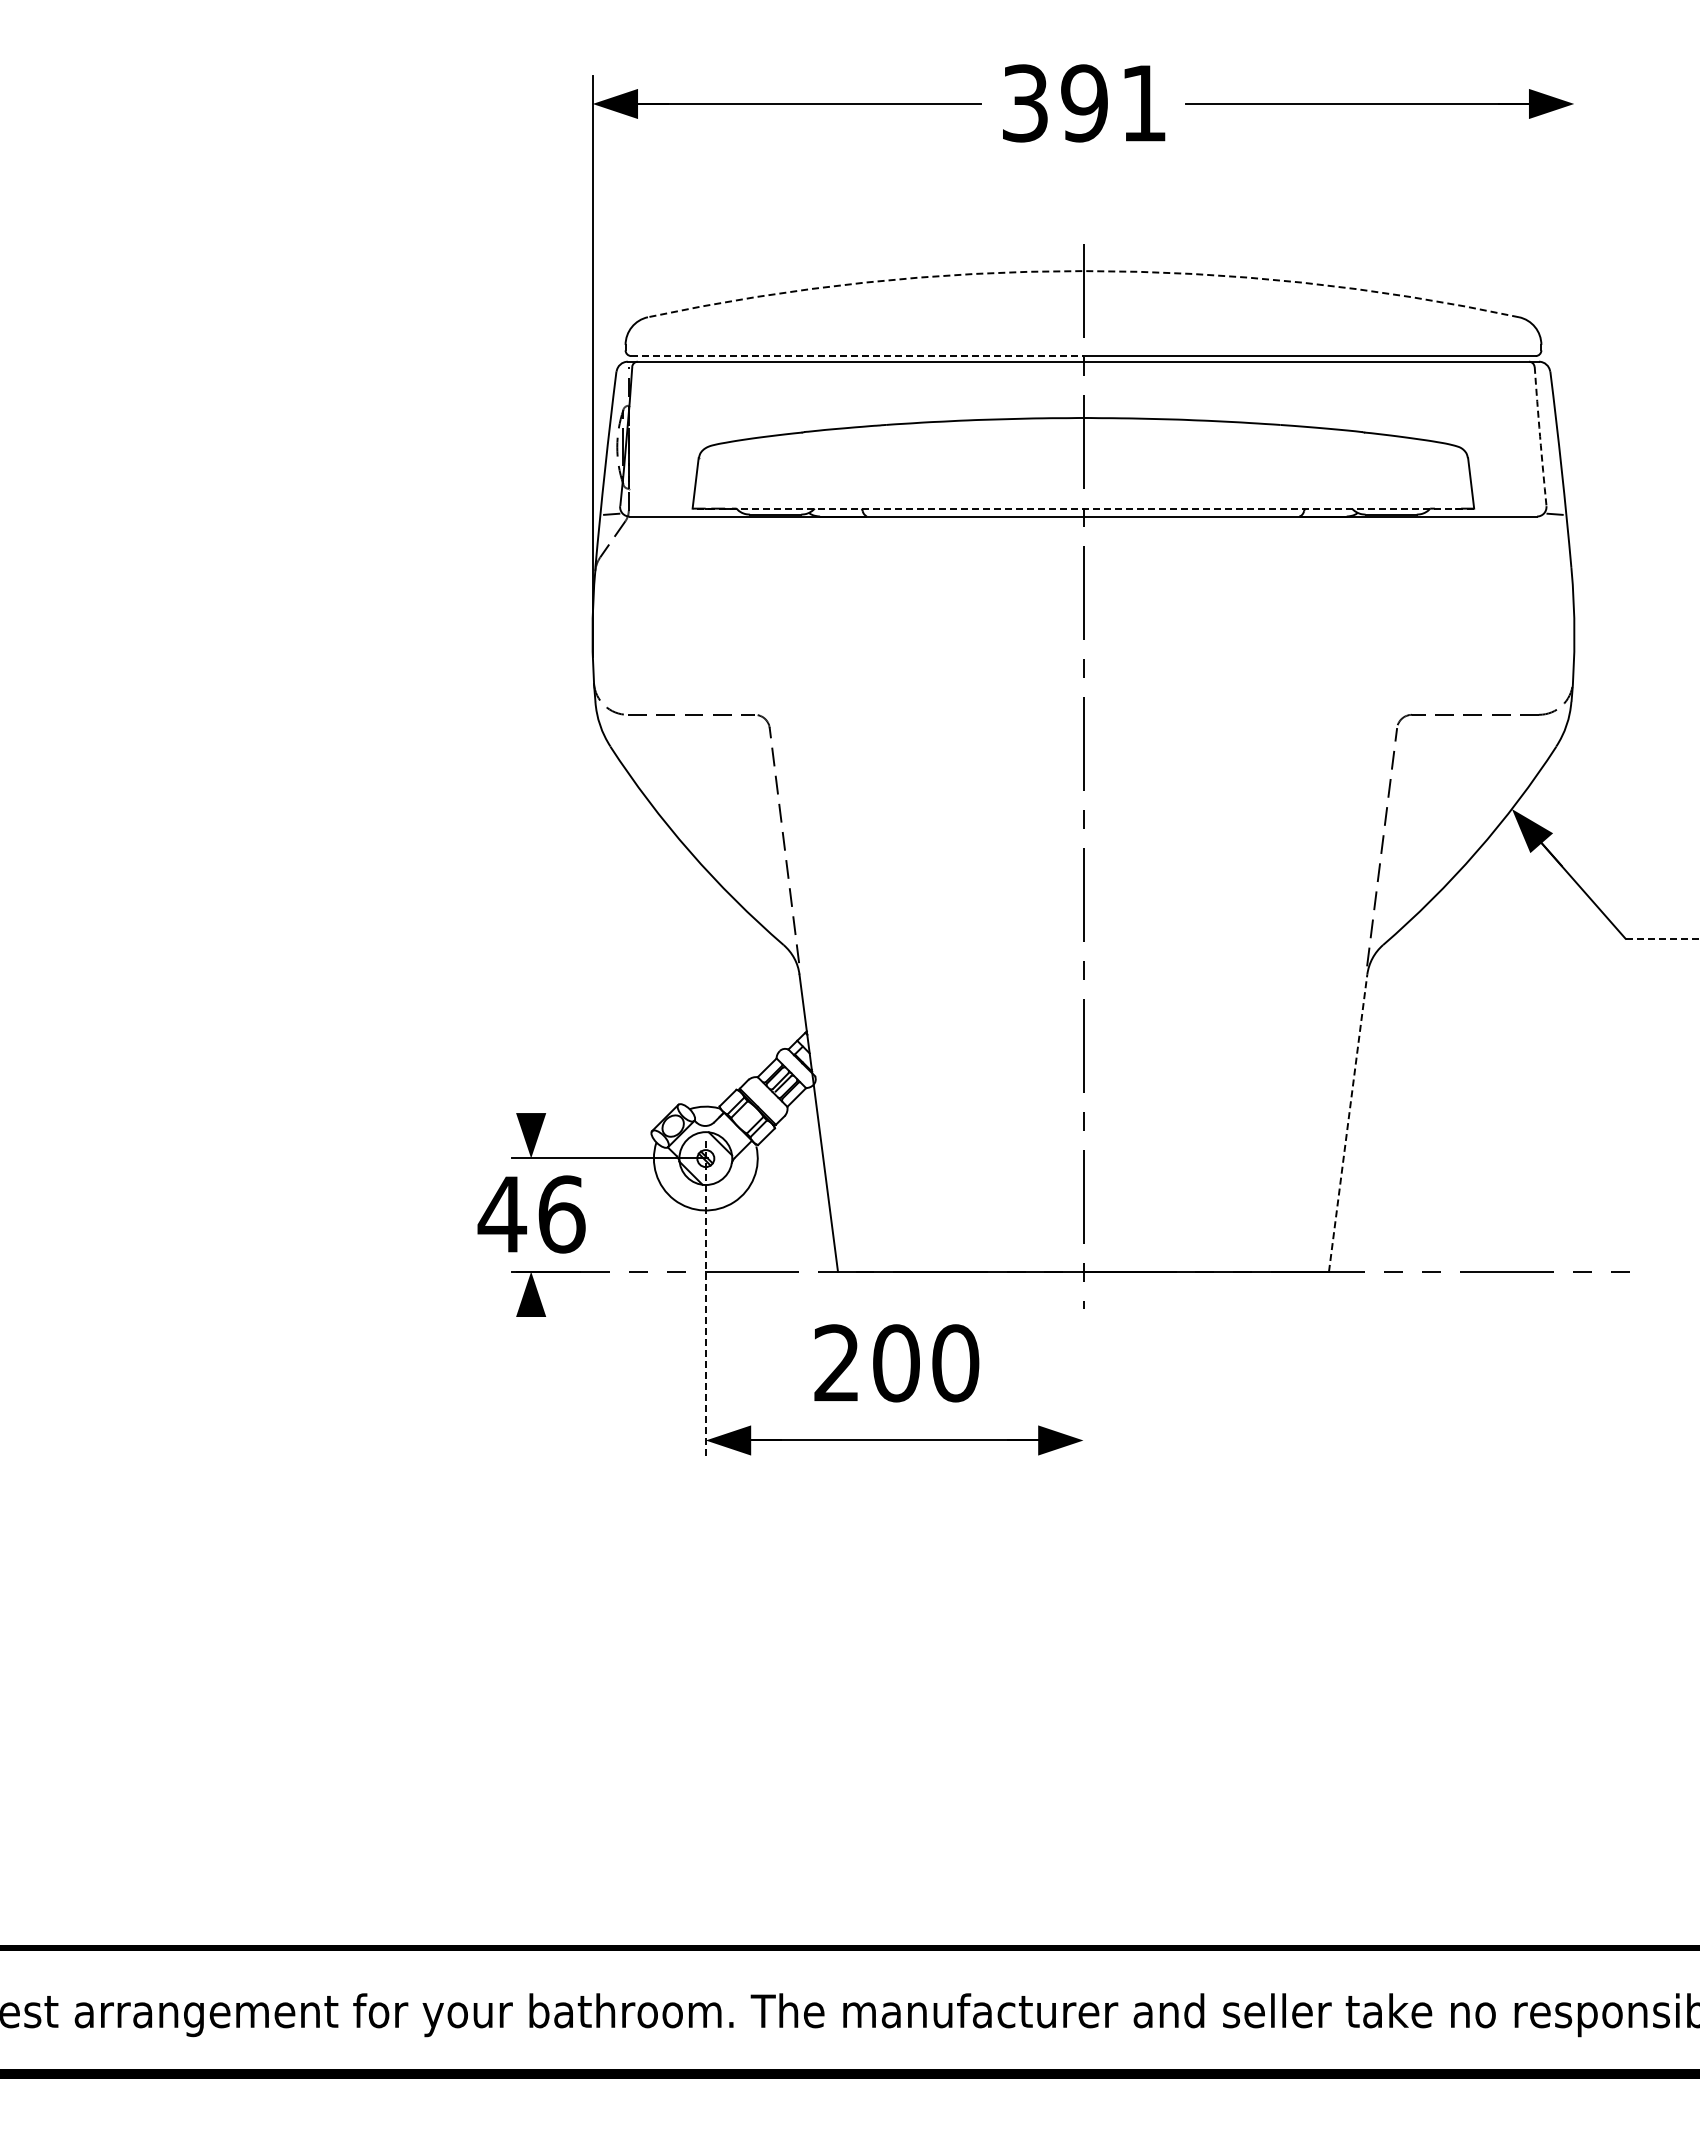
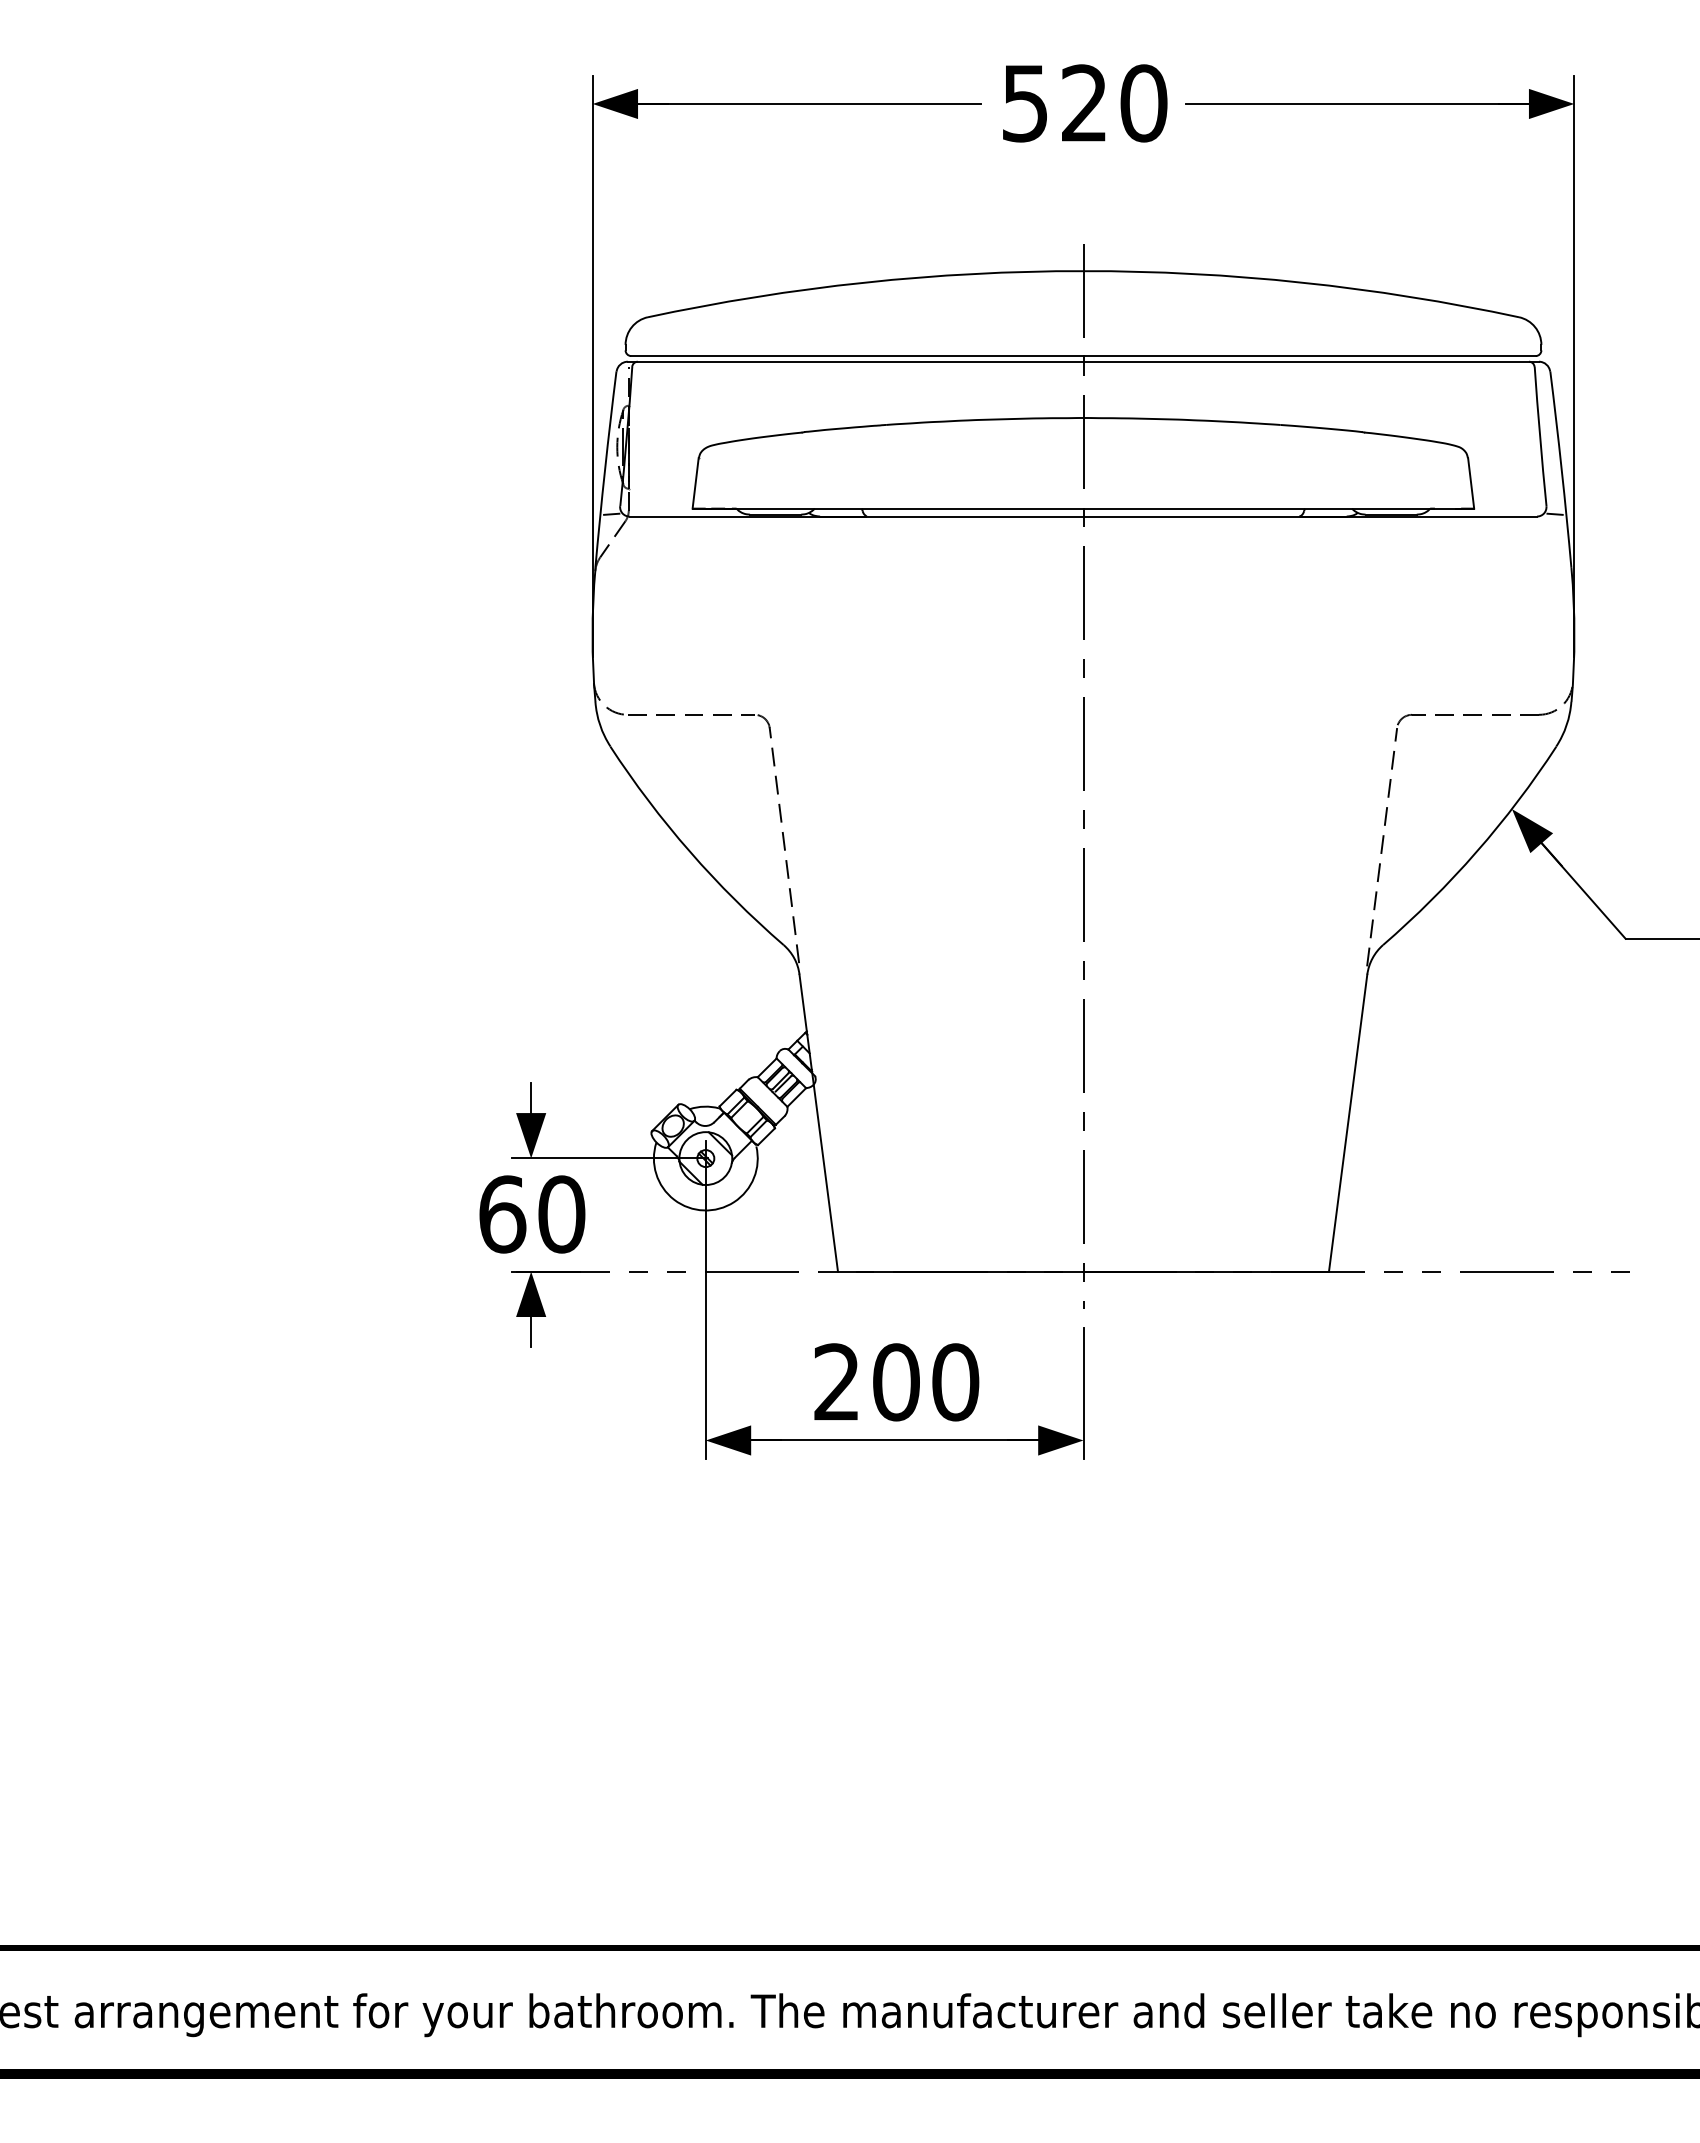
text at (1085, 103): 391 -> 520
arc at (1083, 271): dashed -> solid
line at (857, 356): dashed -> solid
line at (1574, 365): none -> present
arc at (1540, 436): dashed -> solid
line at (1083, 508): dashed -> solid
line at (1662, 938): dashed -> solid
line at (531, 1097): none -> present
line at (1348, 1123): dashed -> solid
text at (531, 1214): 46 -> 60
line at (705, 1300): dashed -> solid
line at (531, 1332): none -> present
text at (896, 1363) position: (896, 1363) -> (896, 1382)
line at (1083, 1393): none -> present
